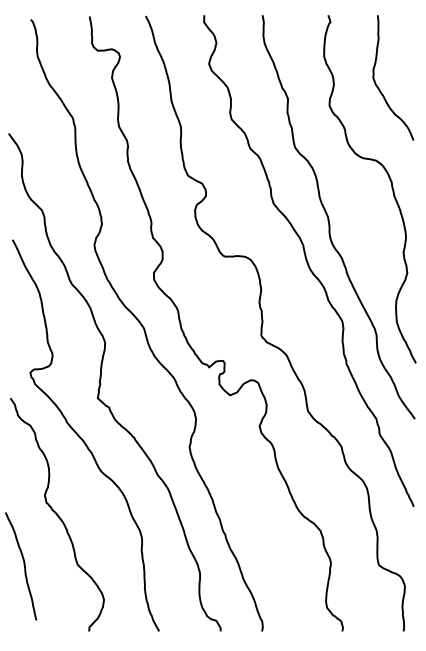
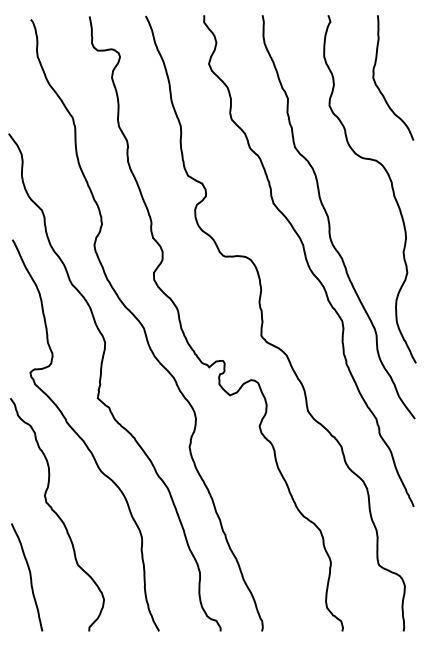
curve at (23, 565) position: (23, 565) -> (29, 576)
